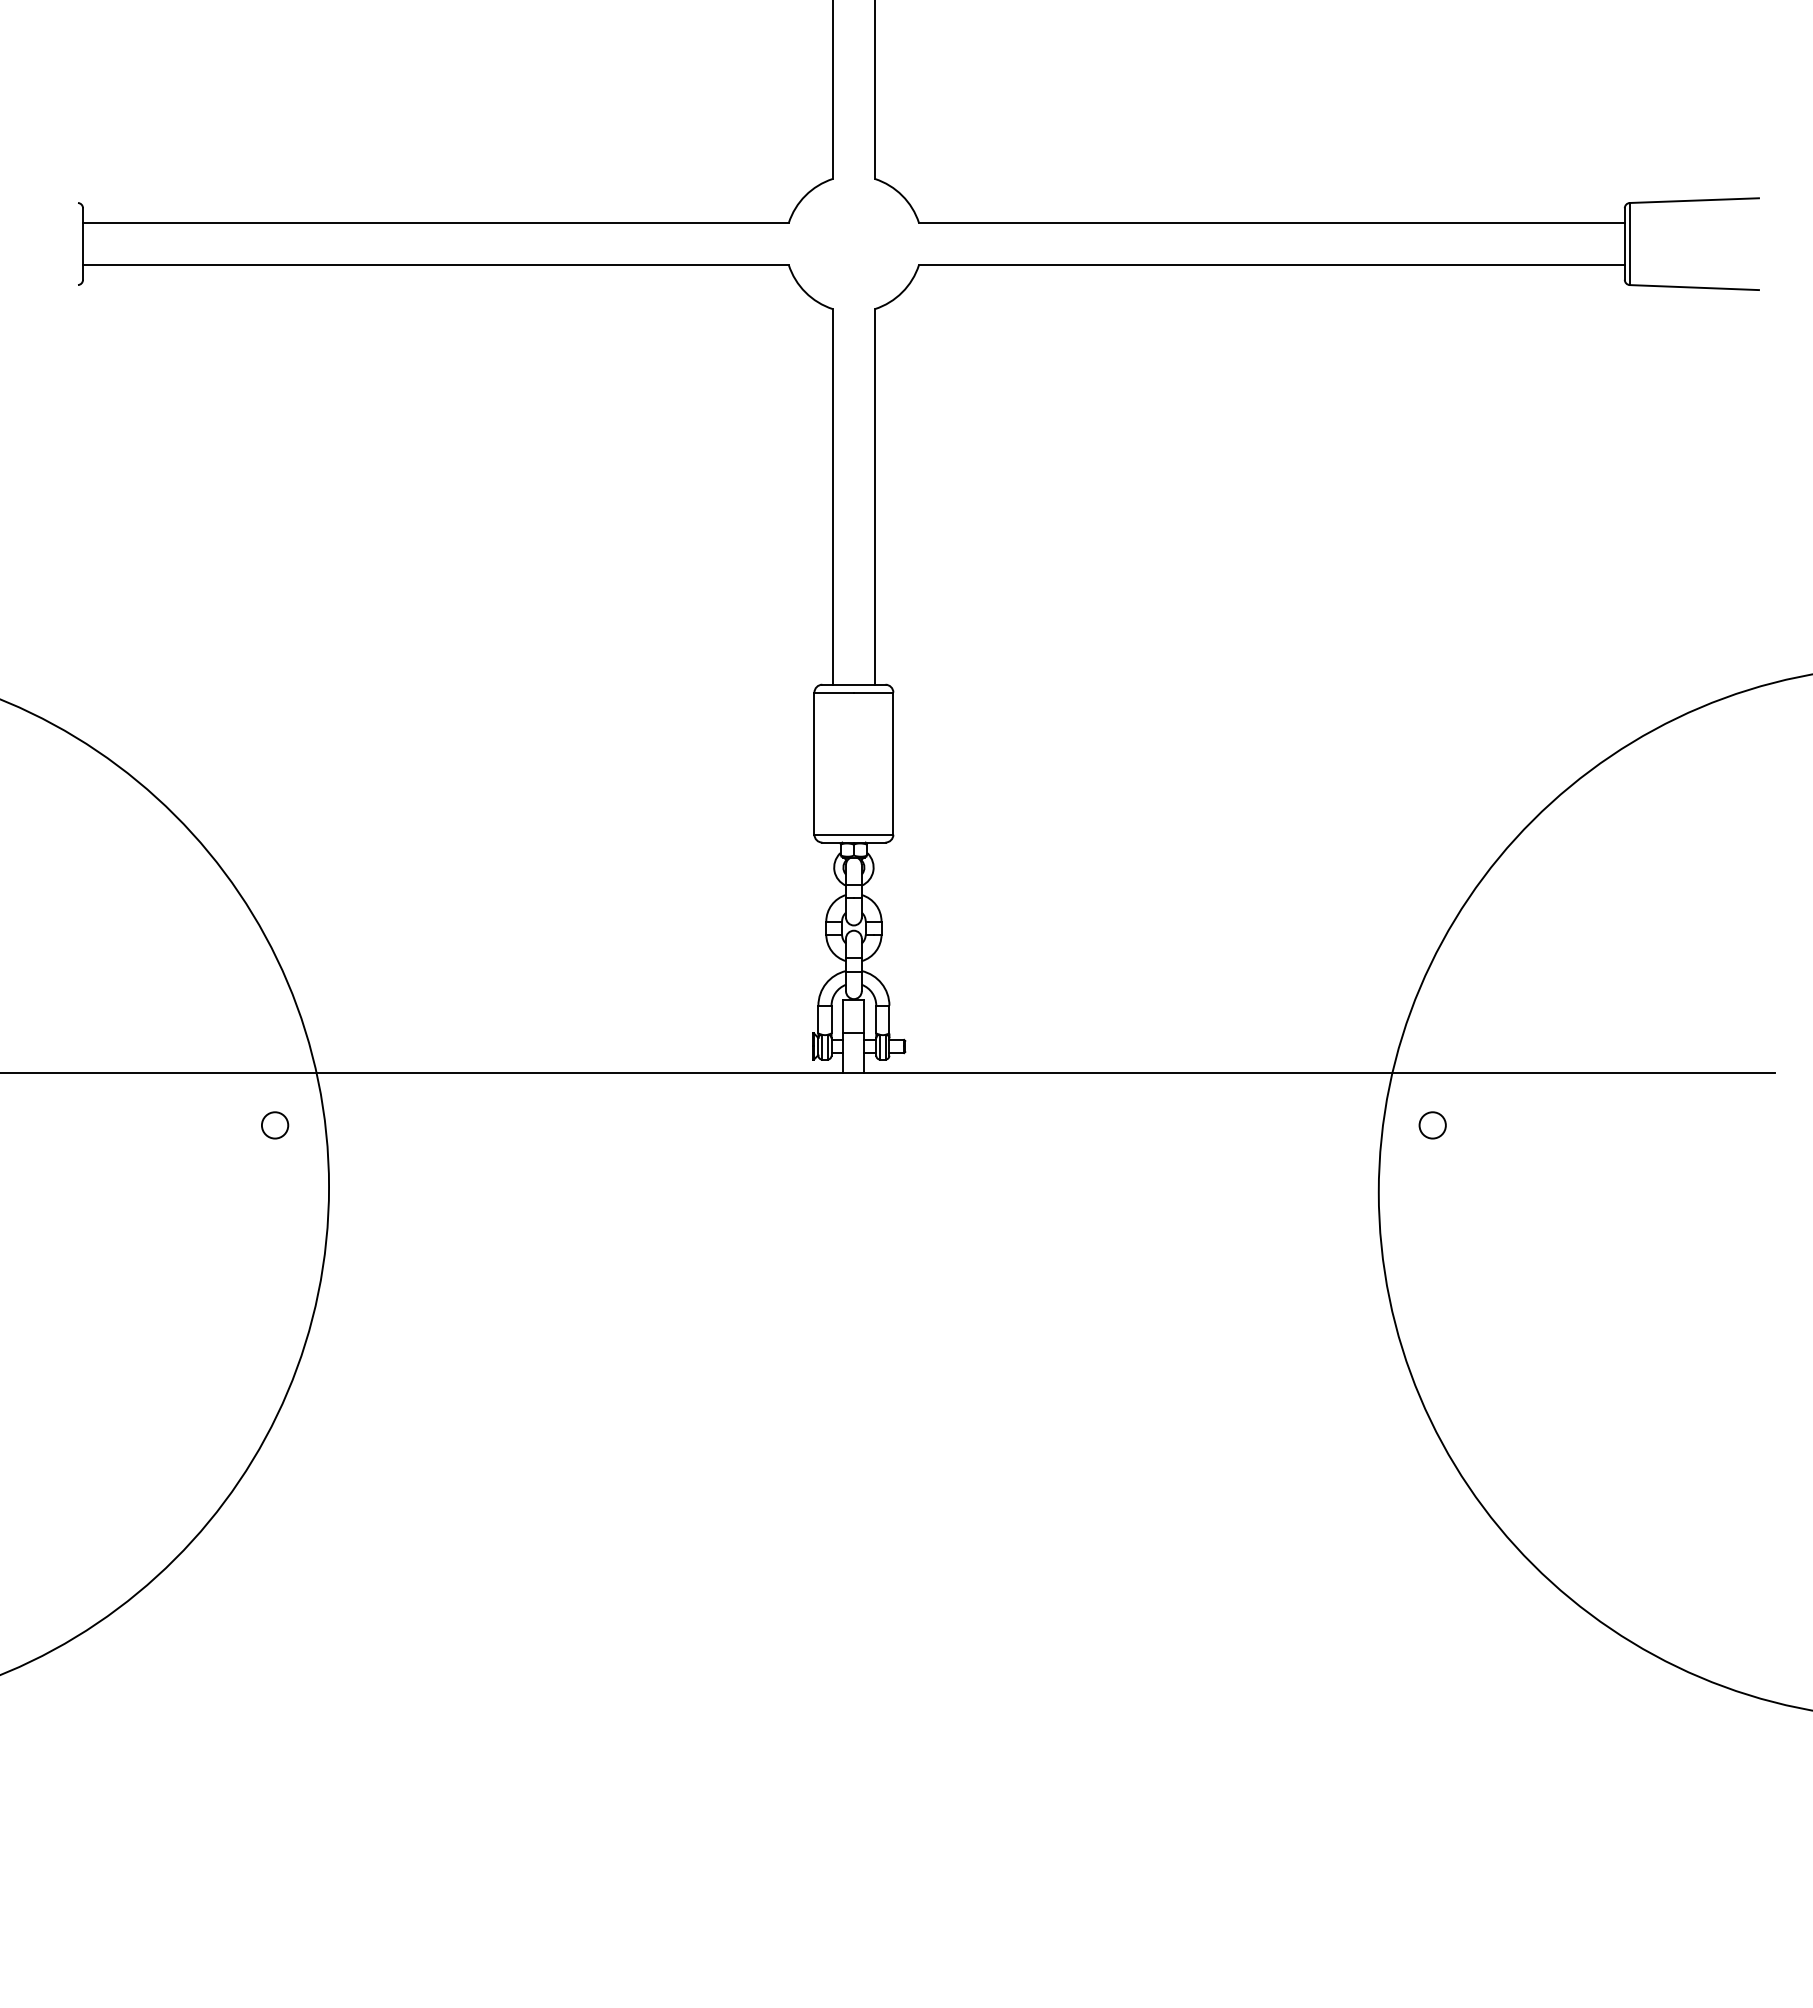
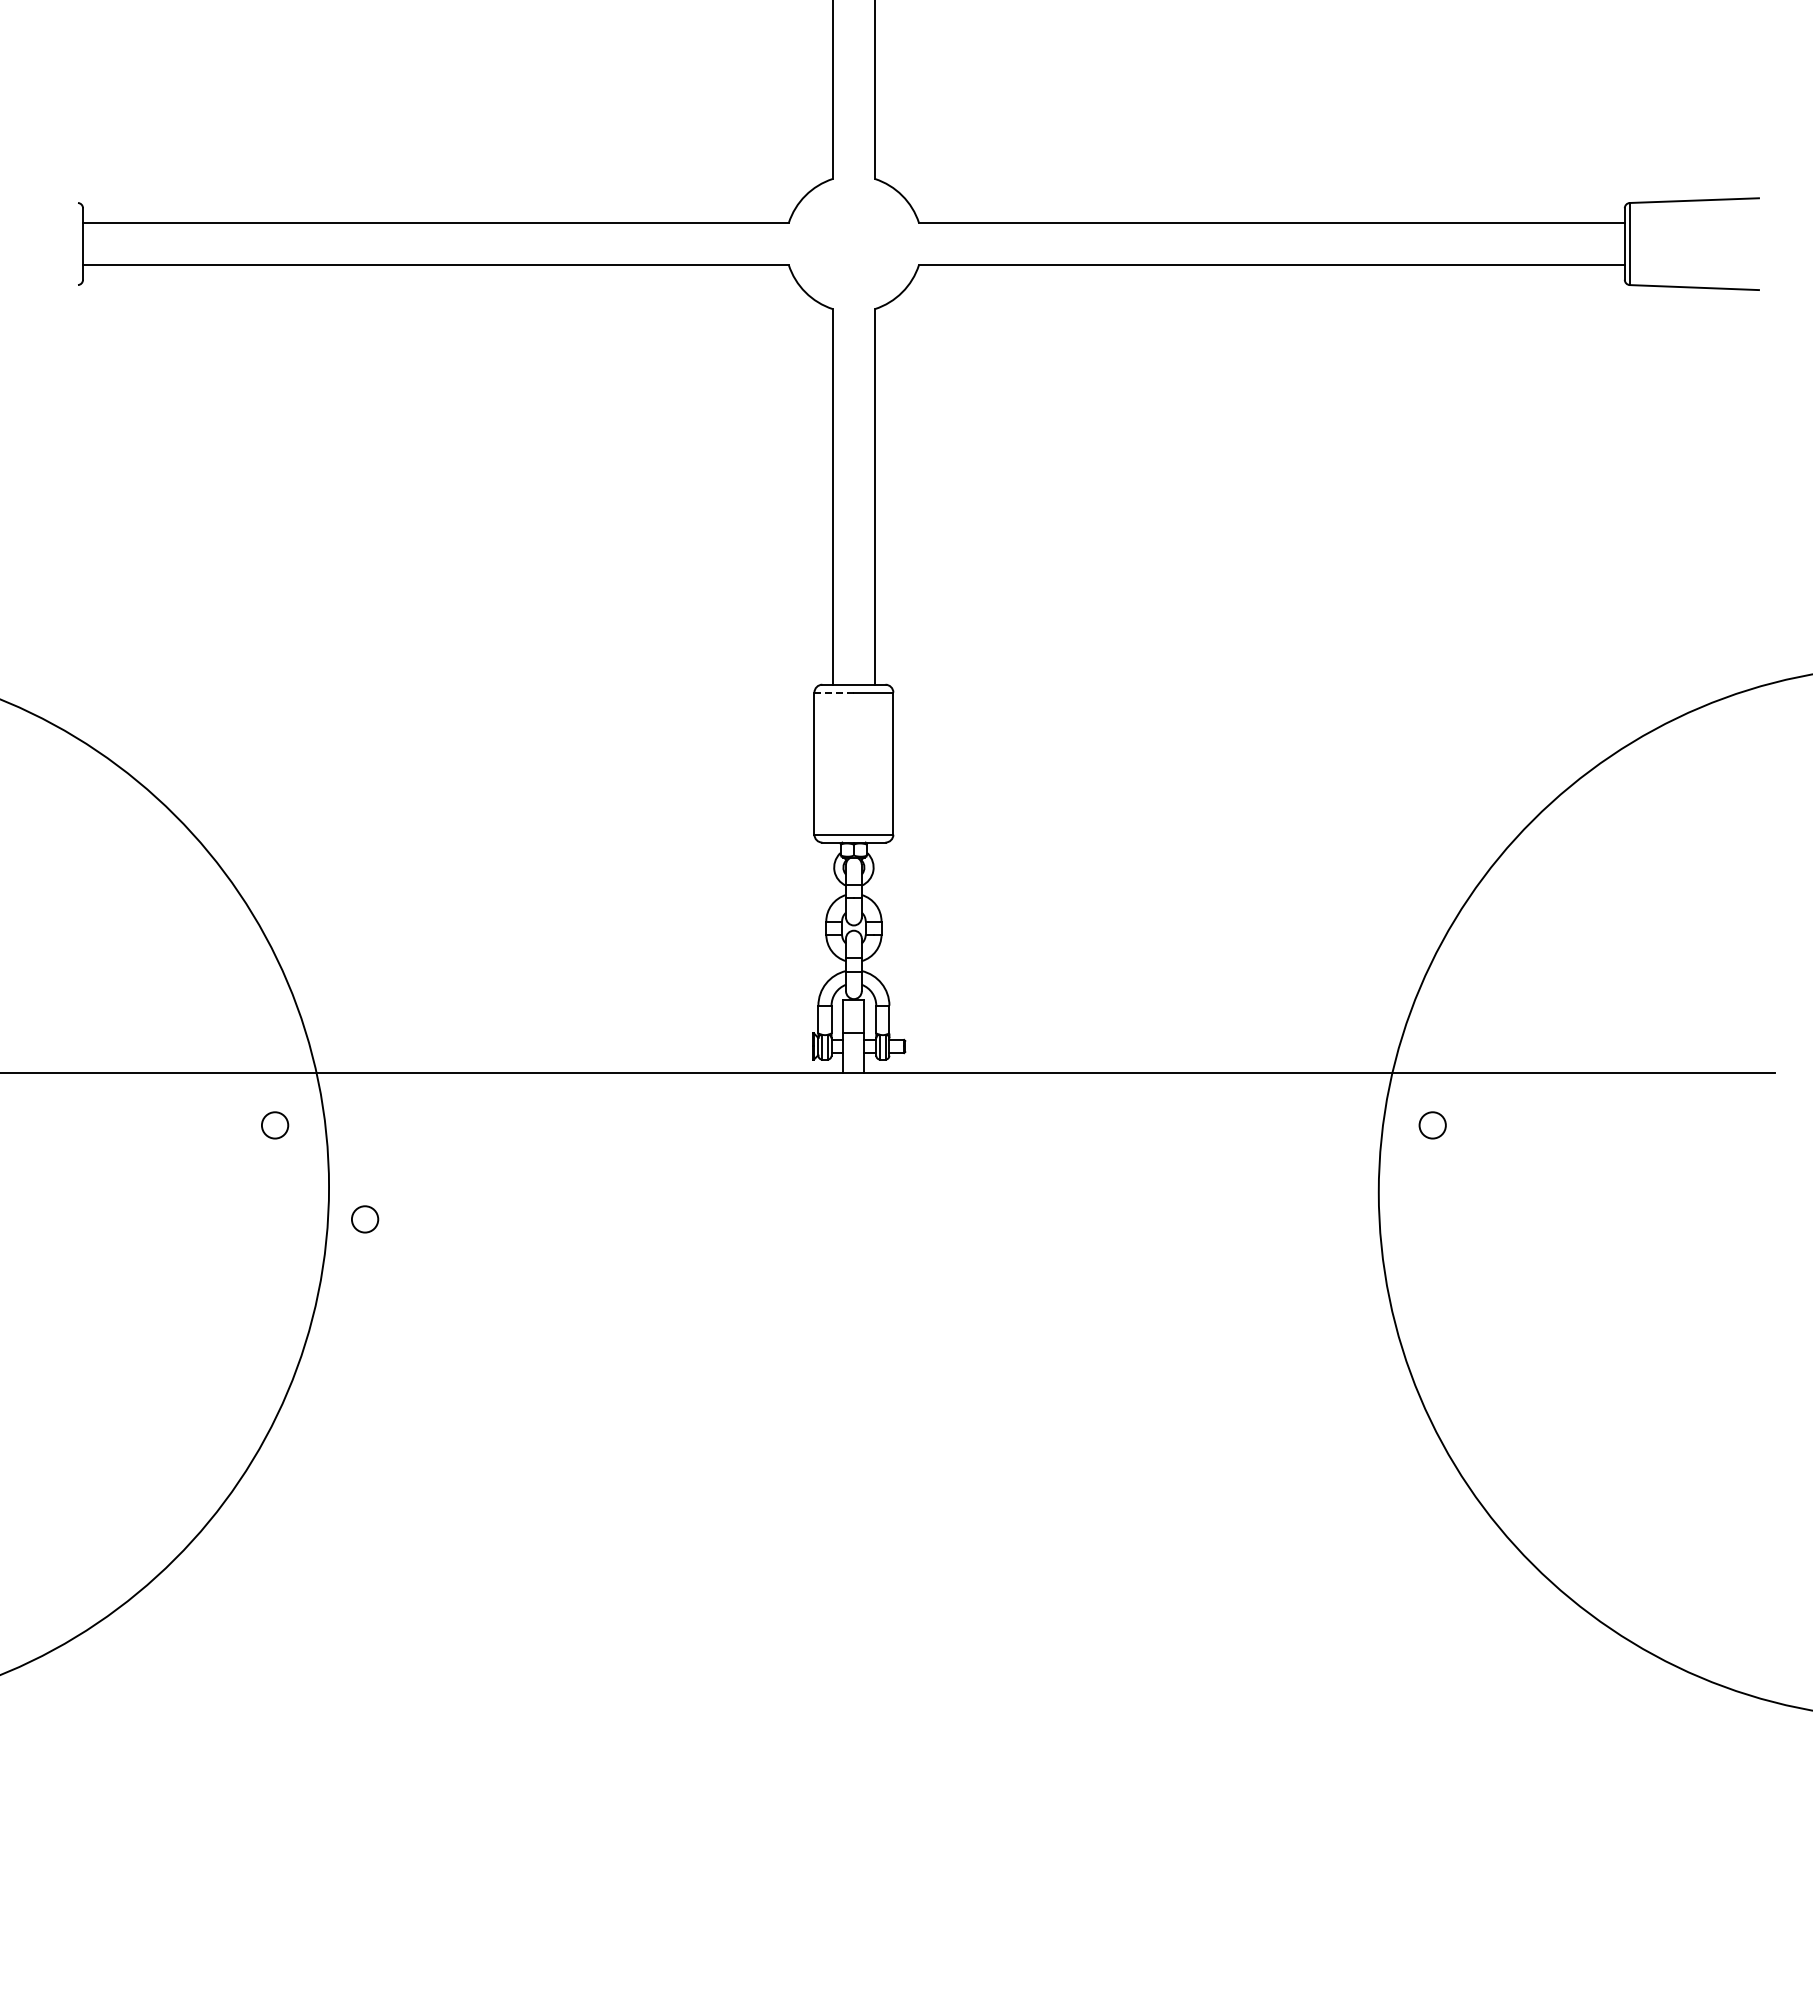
line at (834, 692): solid -> dashed
circle at (365, 1219): none -> present
